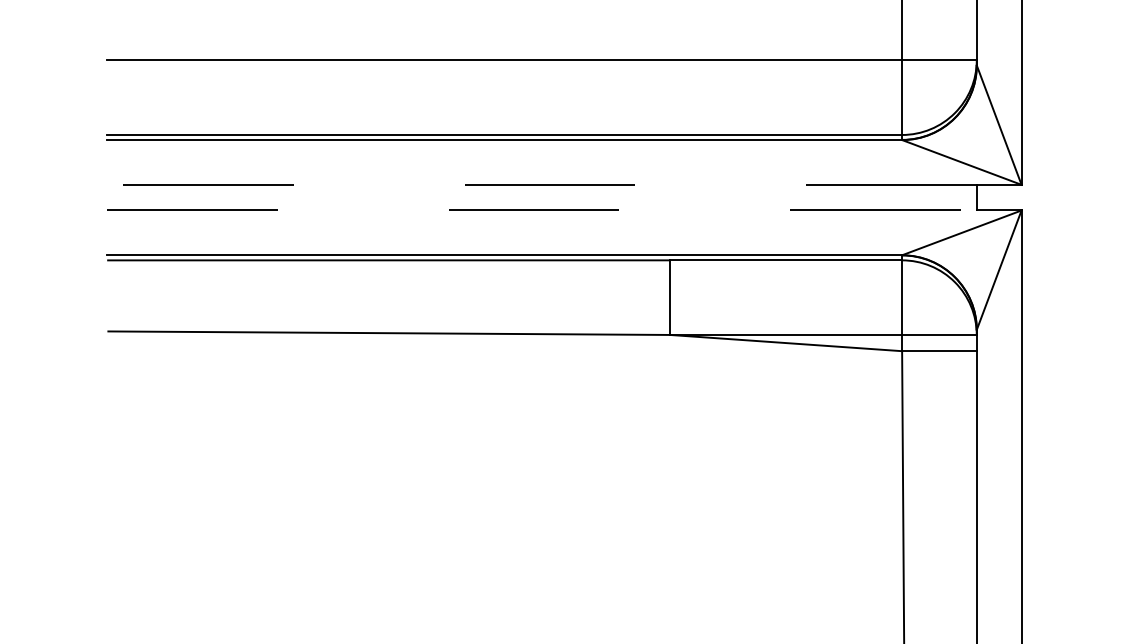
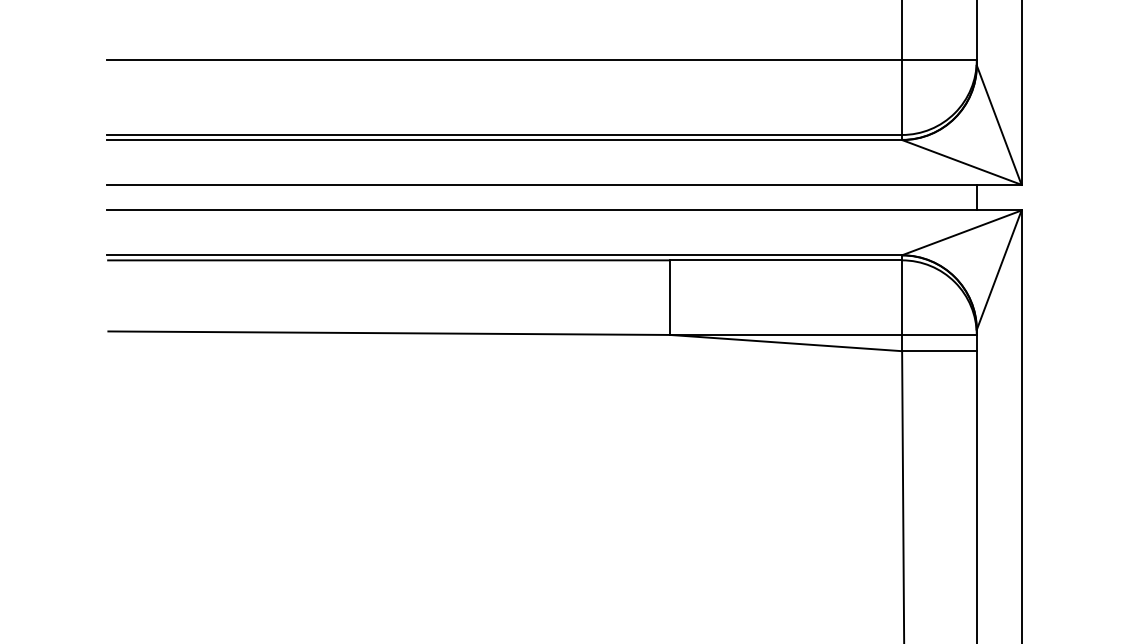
line at (541, 184): dashed -> solid
line at (541, 210): dashed -> solid
